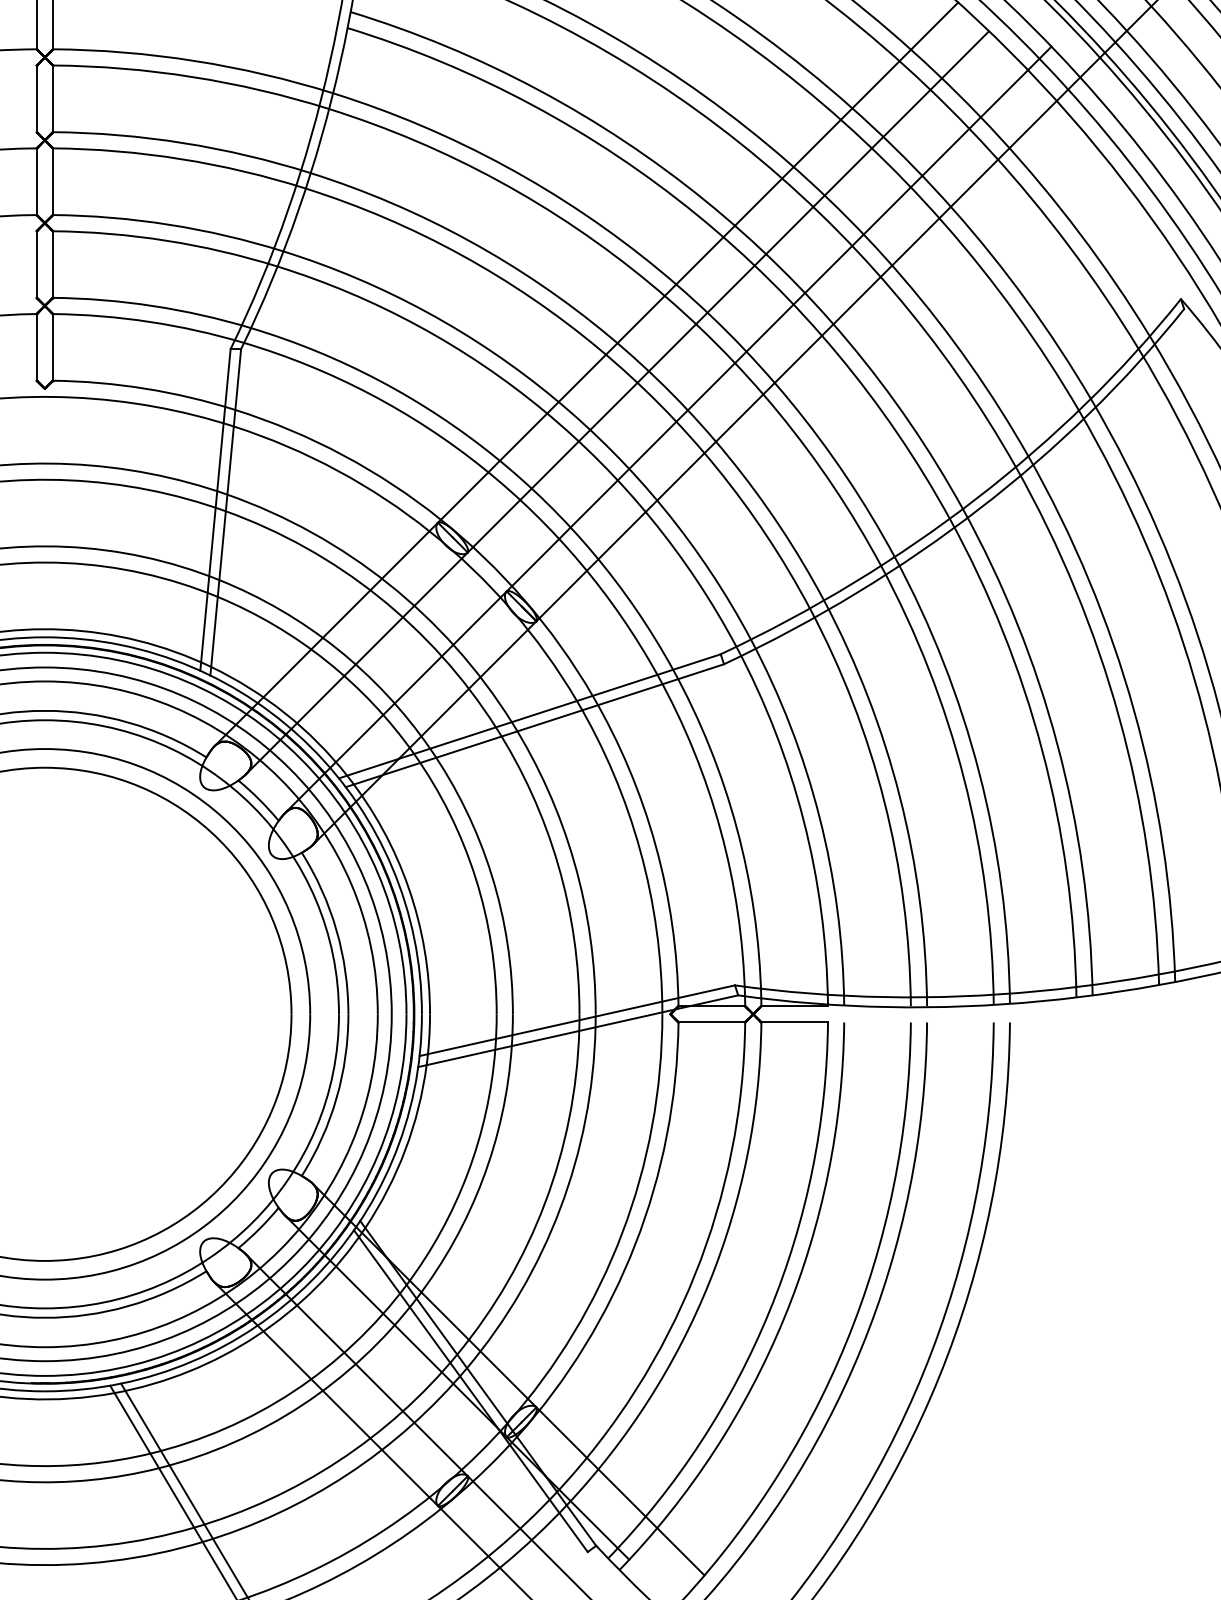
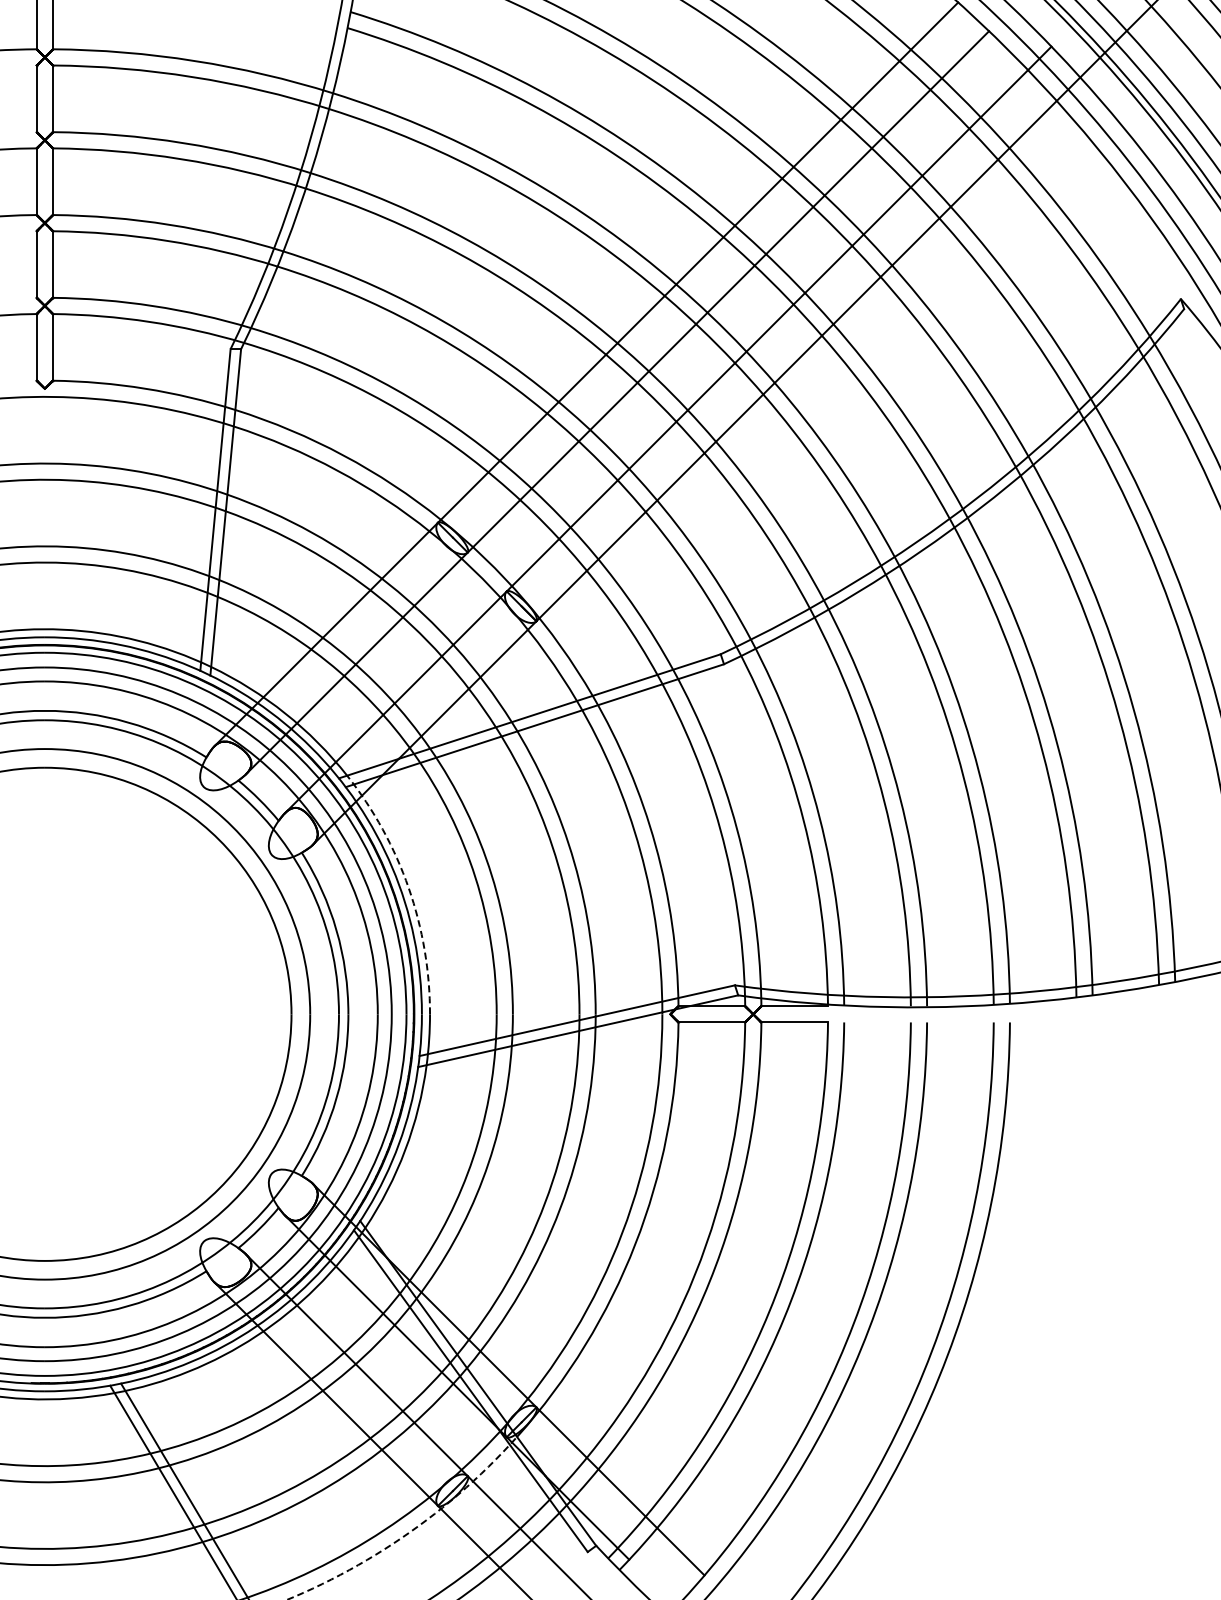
arc at (408, 888): solid -> dashed
arc at (410, 1531): solid -> dashed
